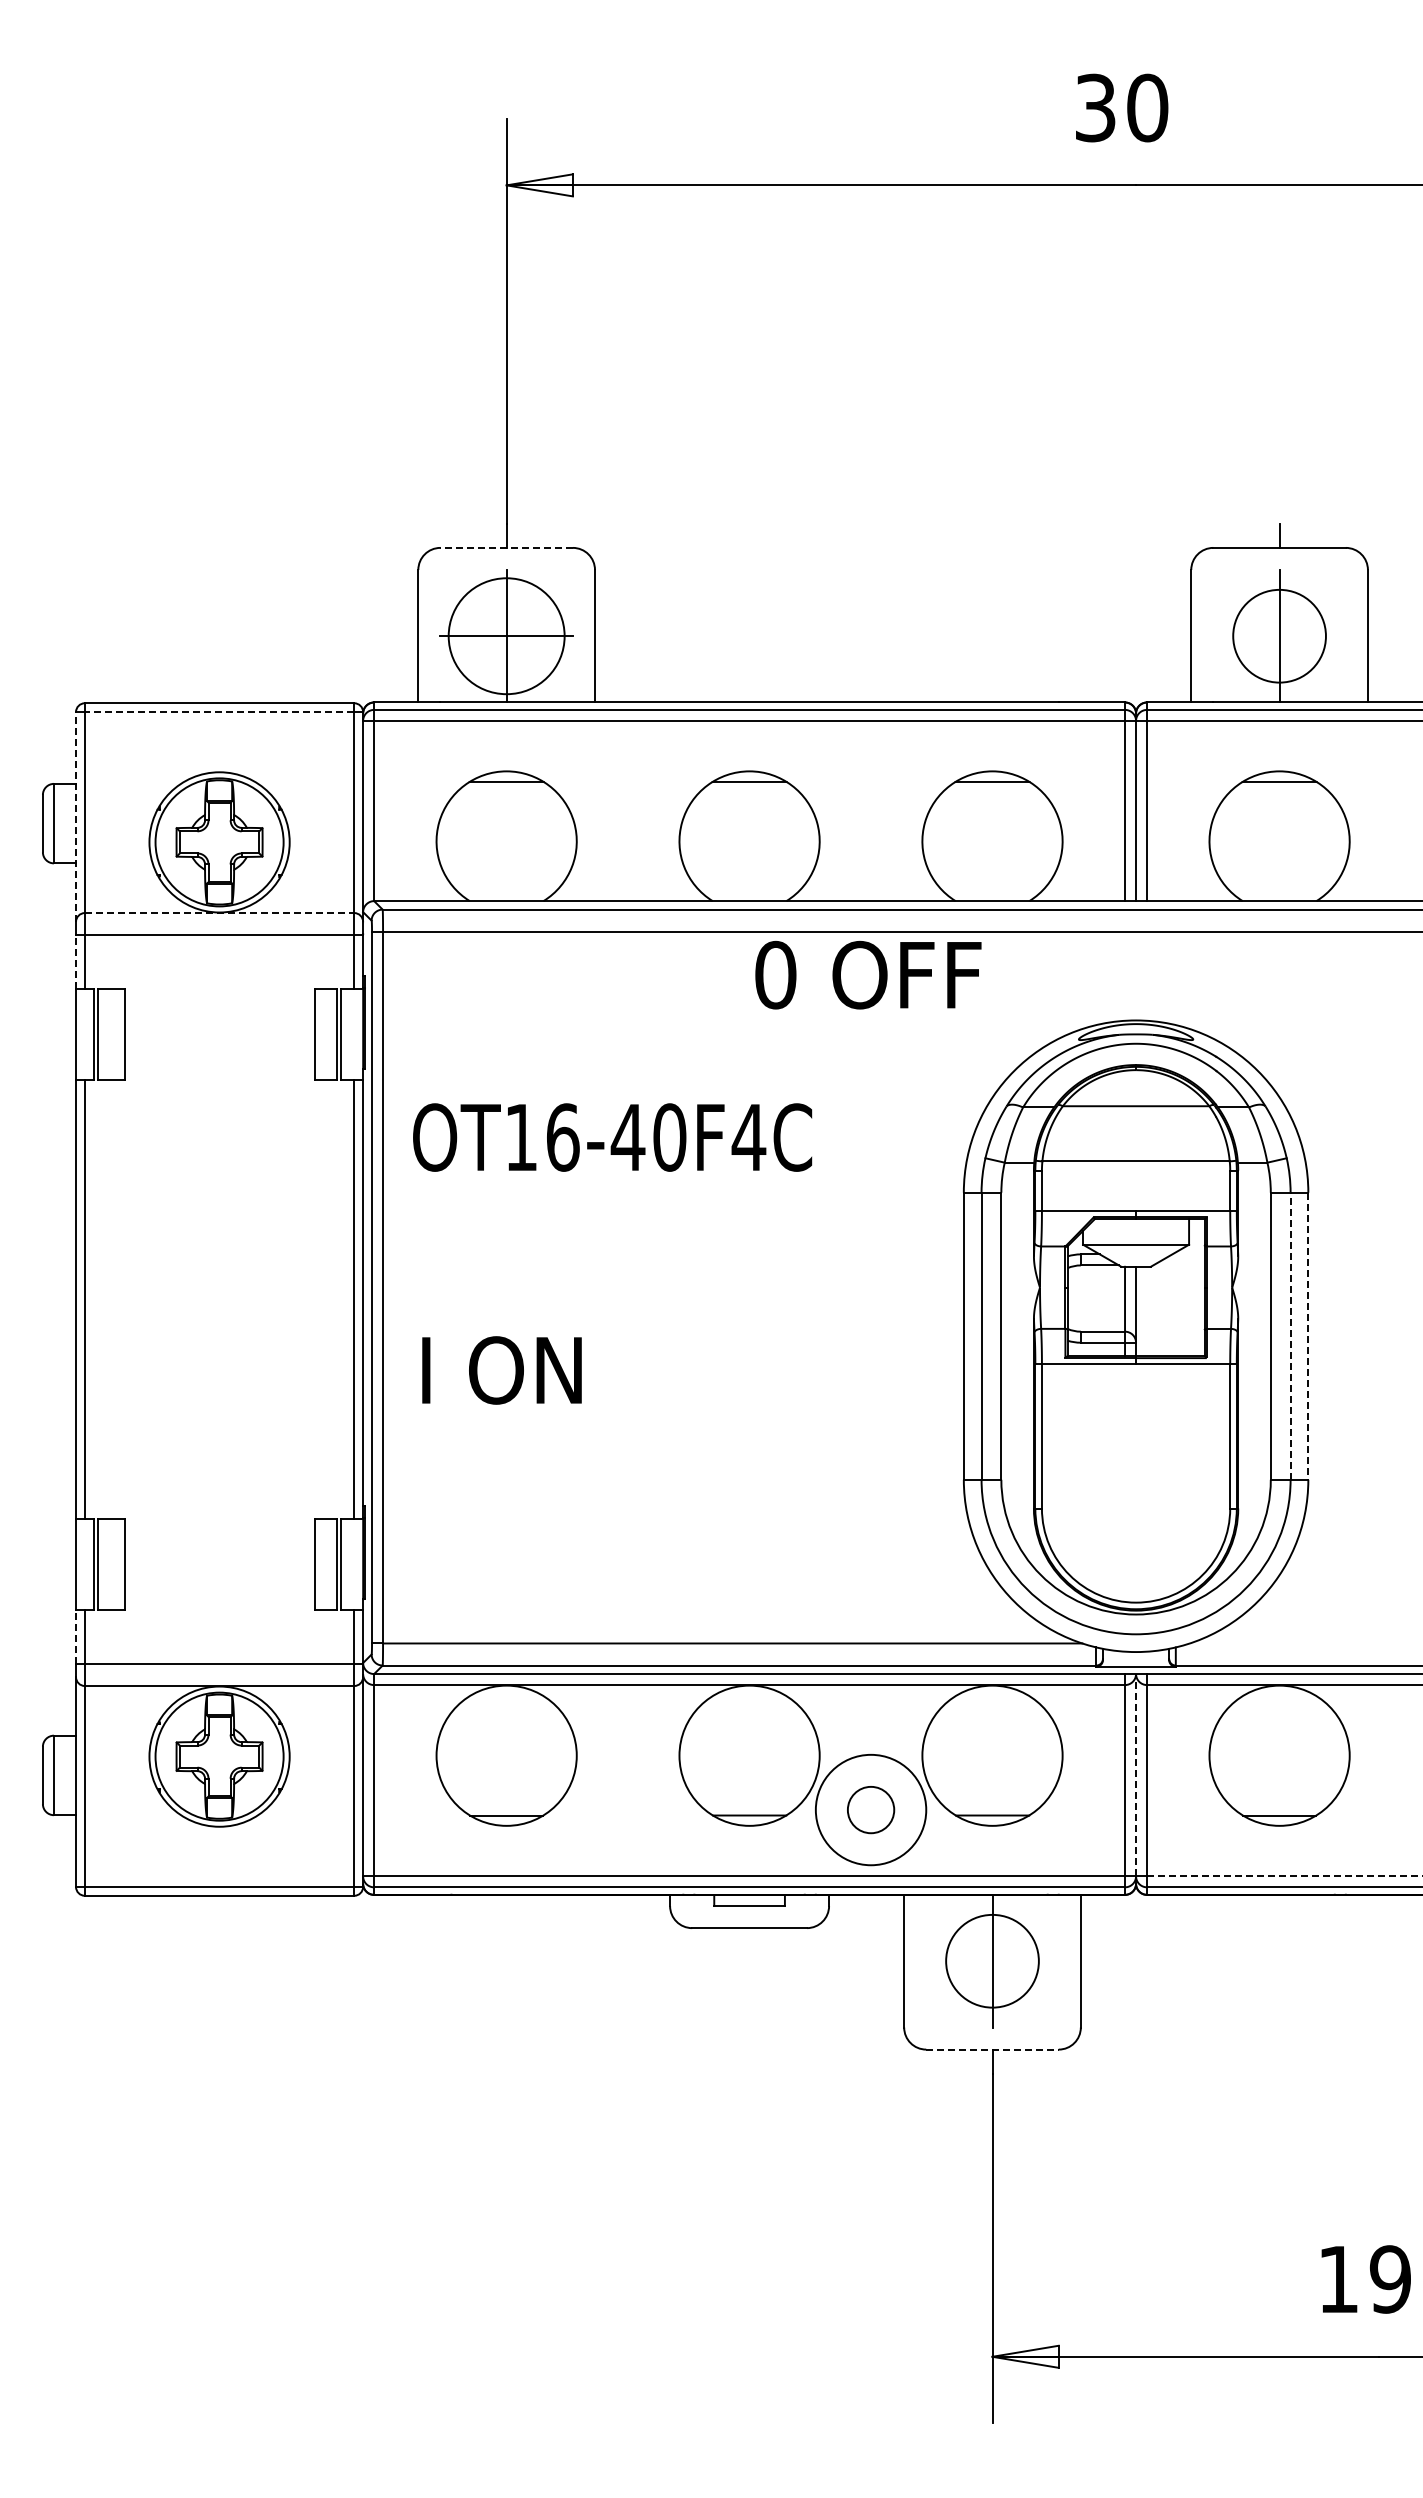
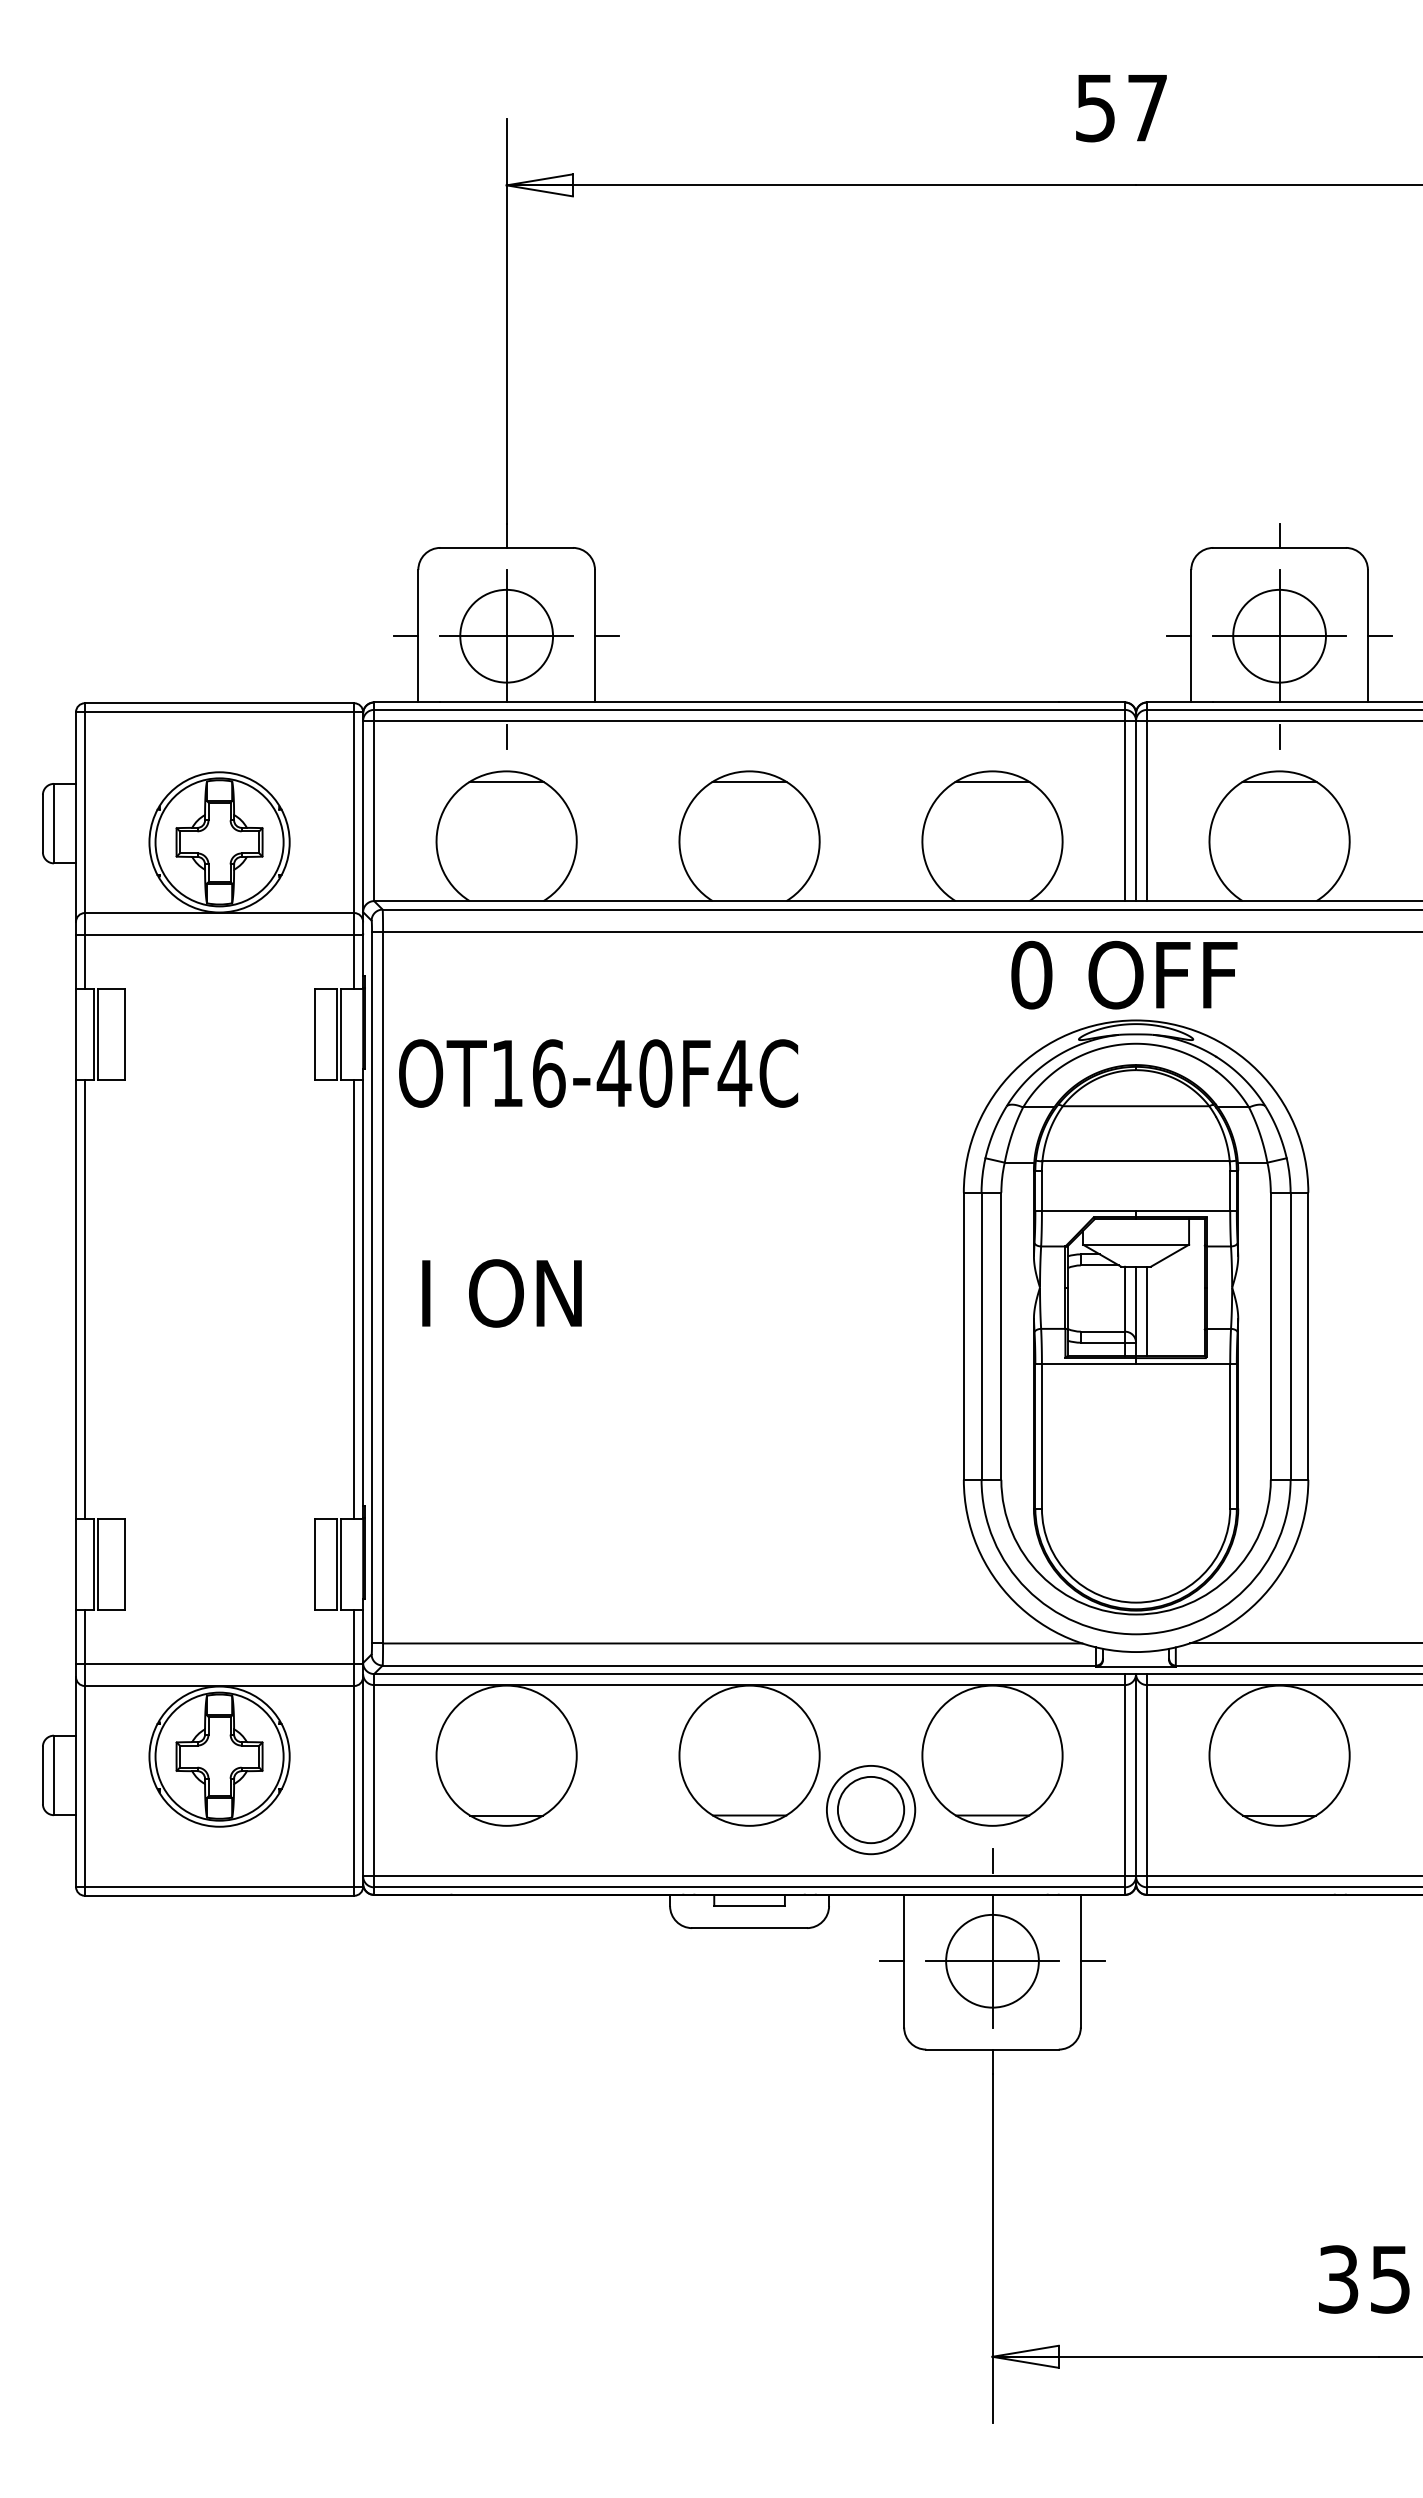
text at (1122, 107): 30 -> 57
line at (506, 547): dashed -> solid
line at (406, 636): none -> present
circle at (506, 636) diameter: 116 px -> 93 px
line at (607, 636): none -> present
line at (1178, 636): none -> present
line at (1279, 636): none -> present
line at (1379, 636): none -> present
line at (219, 712): dashed -> solid
line at (506, 736): none -> present
line at (1279, 736): none -> present
line at (76, 817): dashed -> solid
line at (219, 913): dashed -> solid
line at (76, 961): dashed -> solid
text at (868, 974) position: (868, 974) -> (1124, 974)
text at (612, 1137) position: (612, 1137) -> (598, 1073)
line at (1147, 1311): none -> present
line at (1290, 1336): dashed -> solid
line at (1308, 1336): dashed -> solid
text at (501, 1370) position: (501, 1370) -> (501, 1293)
line at (76, 1636): dashed -> solid
line at (1304, 1643): none -> present
line at (1136, 1774): dashed -> solid
circle at (870, 1809) diameter: 110 px -> 88 px
circle at (870, 1809) diameter: 46 px -> 66 px
line at (992, 1860): none -> present
line at (1285, 1876): dashed -> solid
line at (891, 1961): none -> present
line at (992, 1961): none -> present
line at (1092, 1961): none -> present
line at (993, 2049): dashed -> solid
text at (1364, 2279): 19 -> 35
